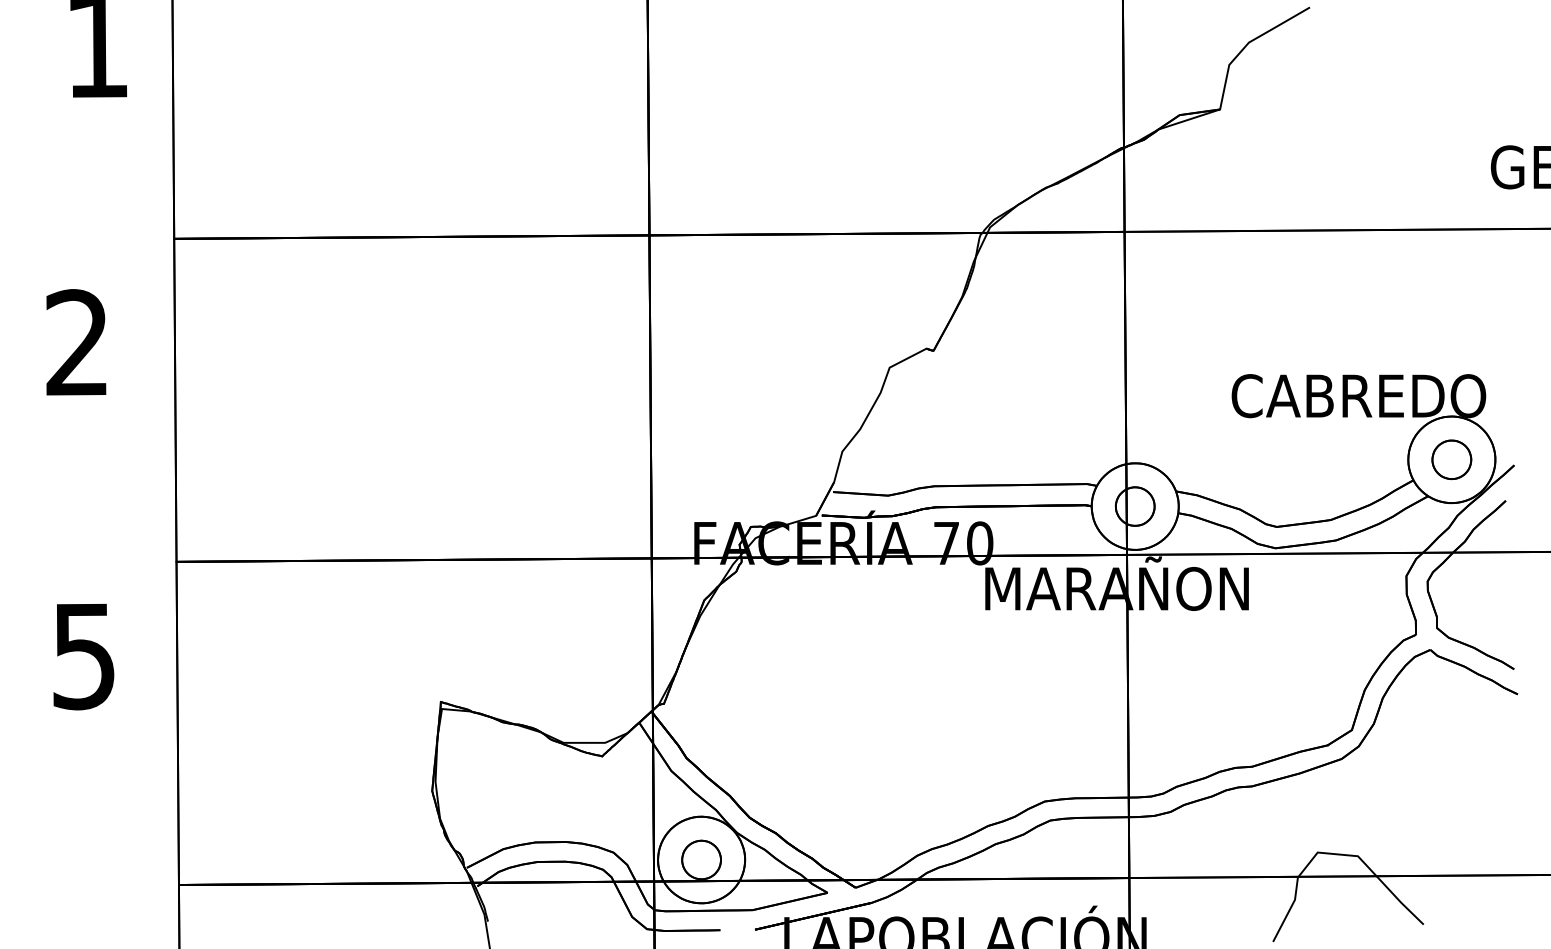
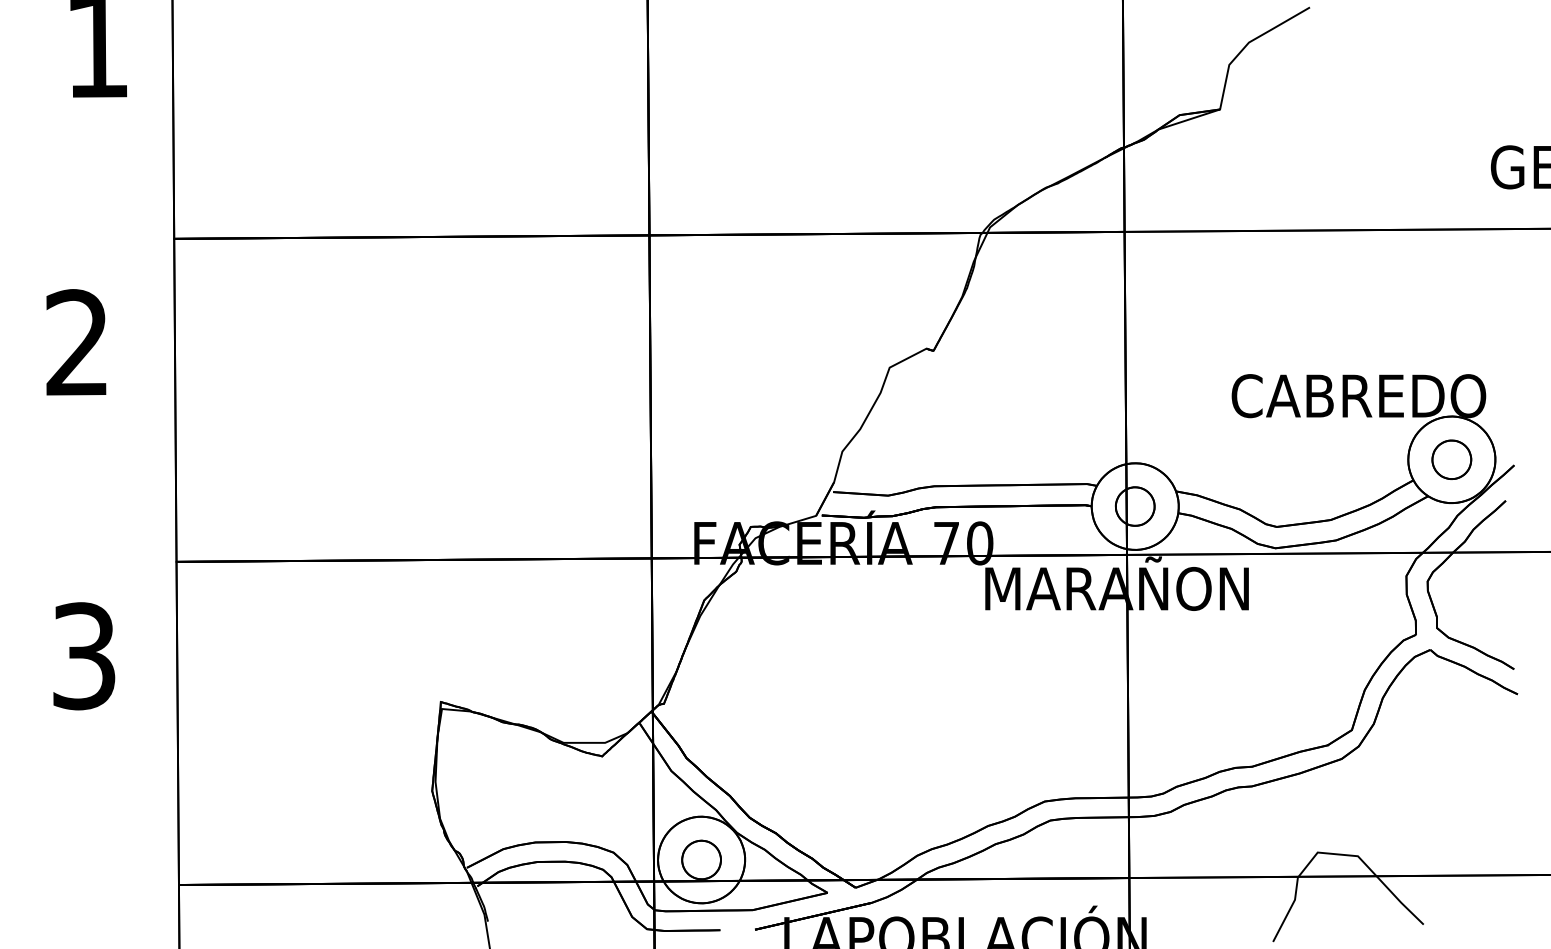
text at (84, 655): 5 -> 3
